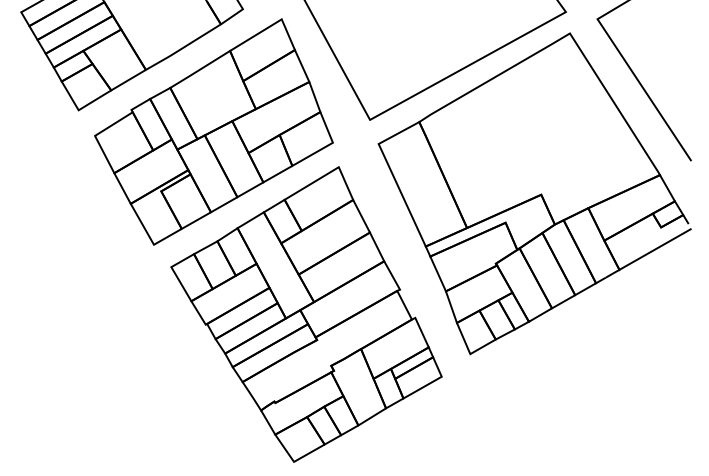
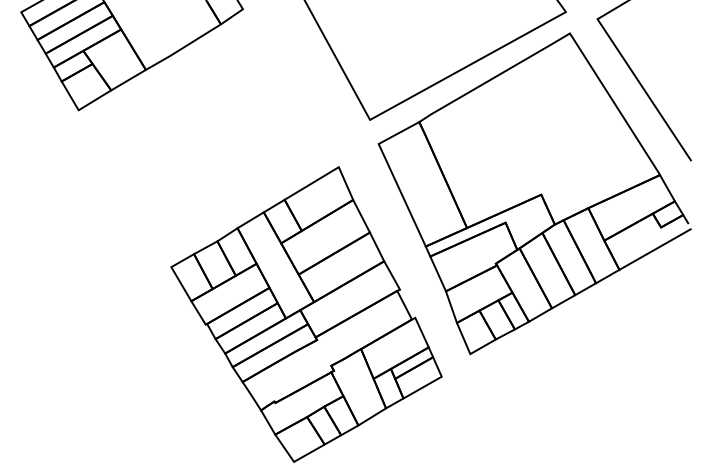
part at (213, 131): present -> none
